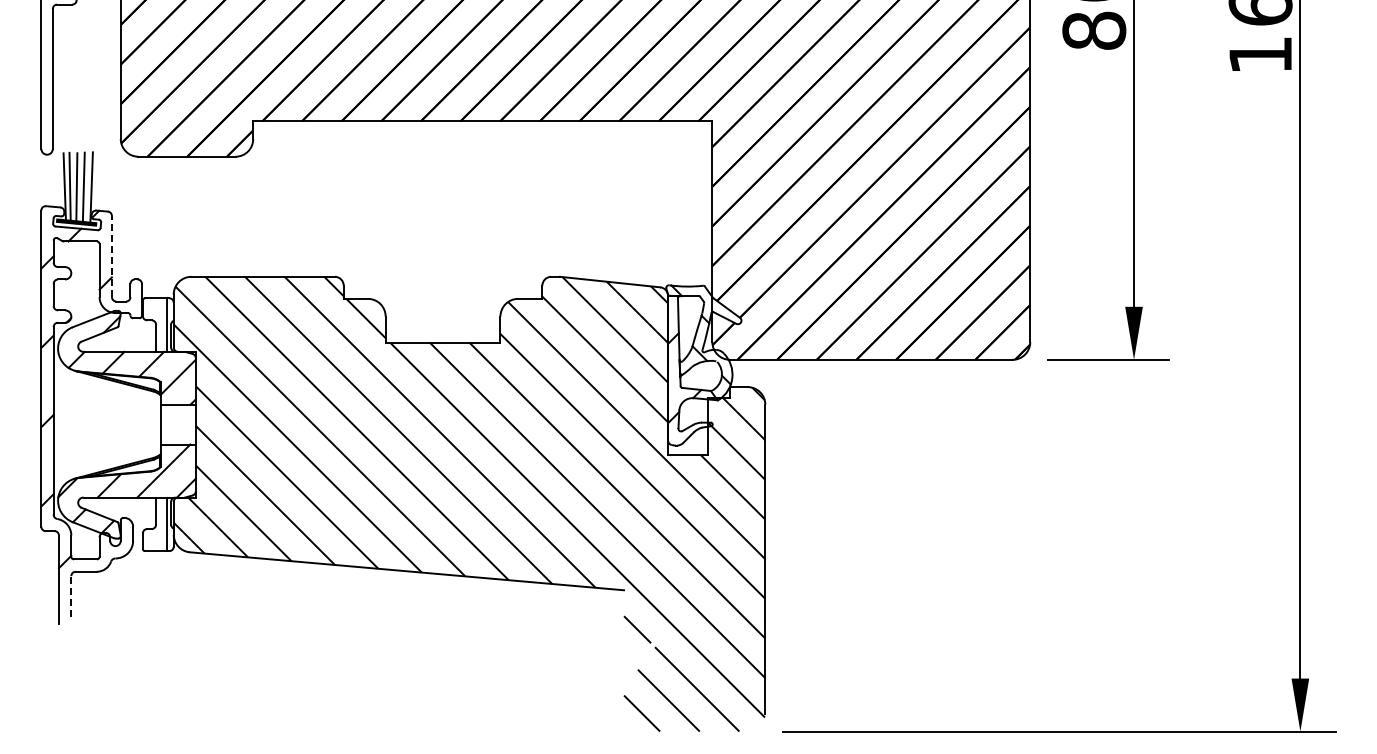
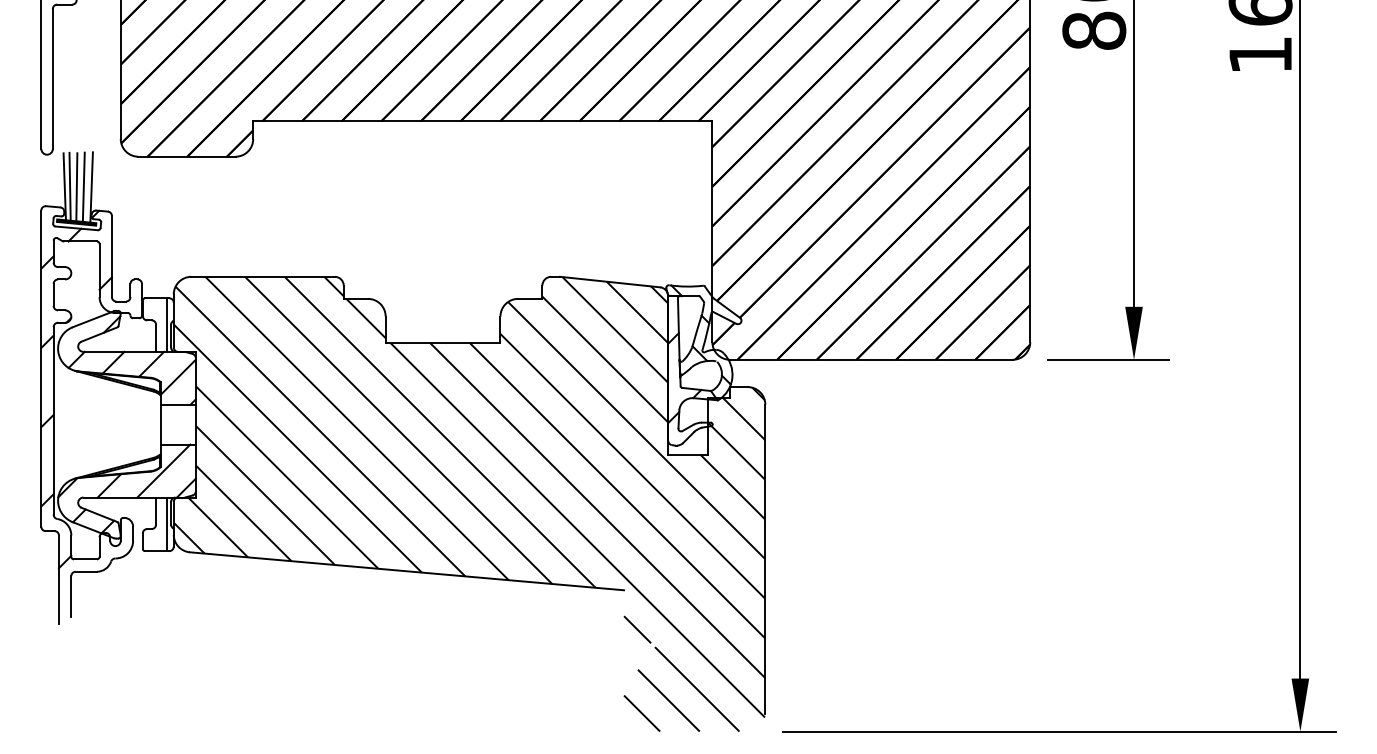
line at (111, 256): dashed -> solid
line at (71, 595): dashed -> solid
